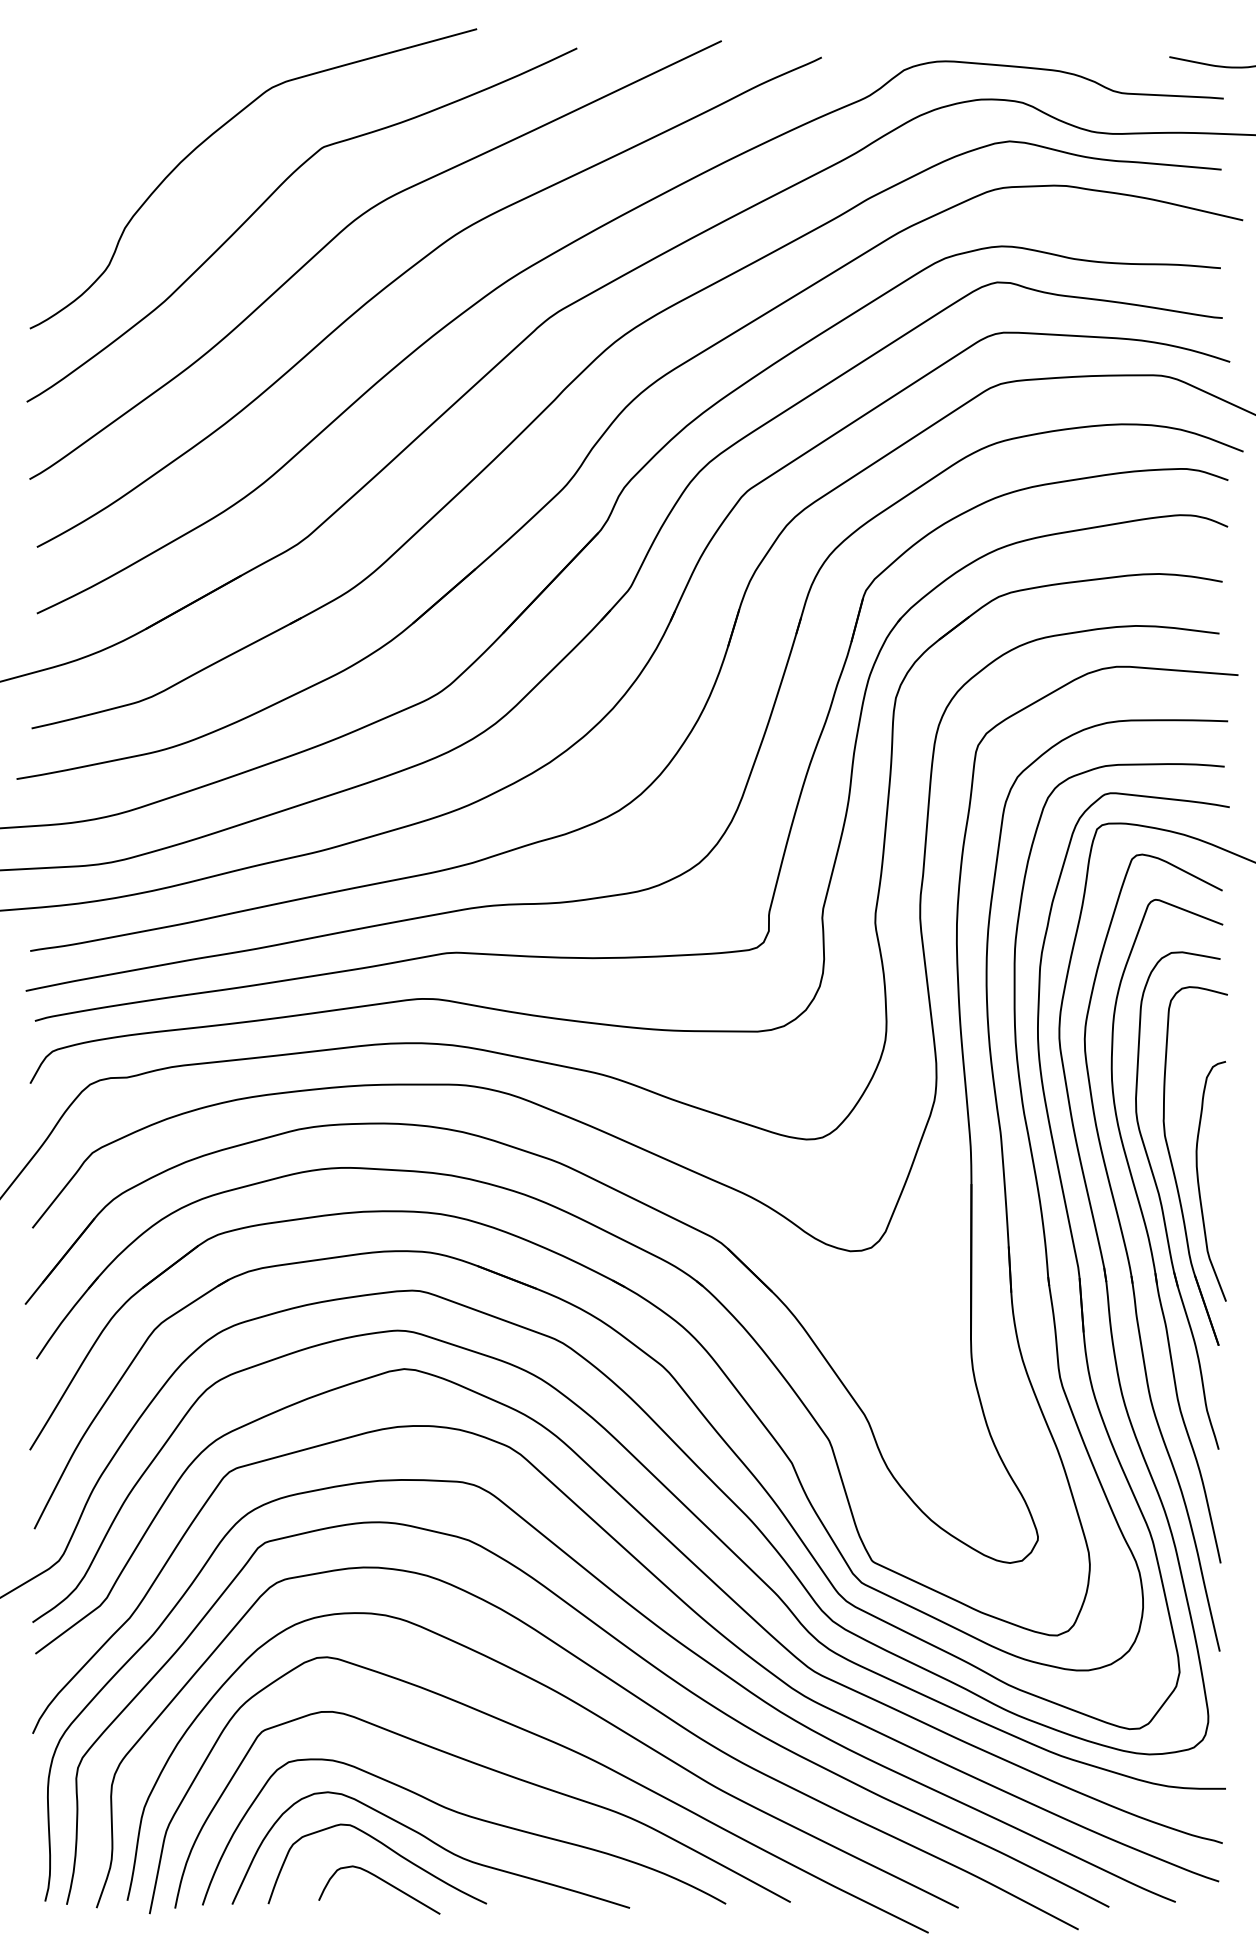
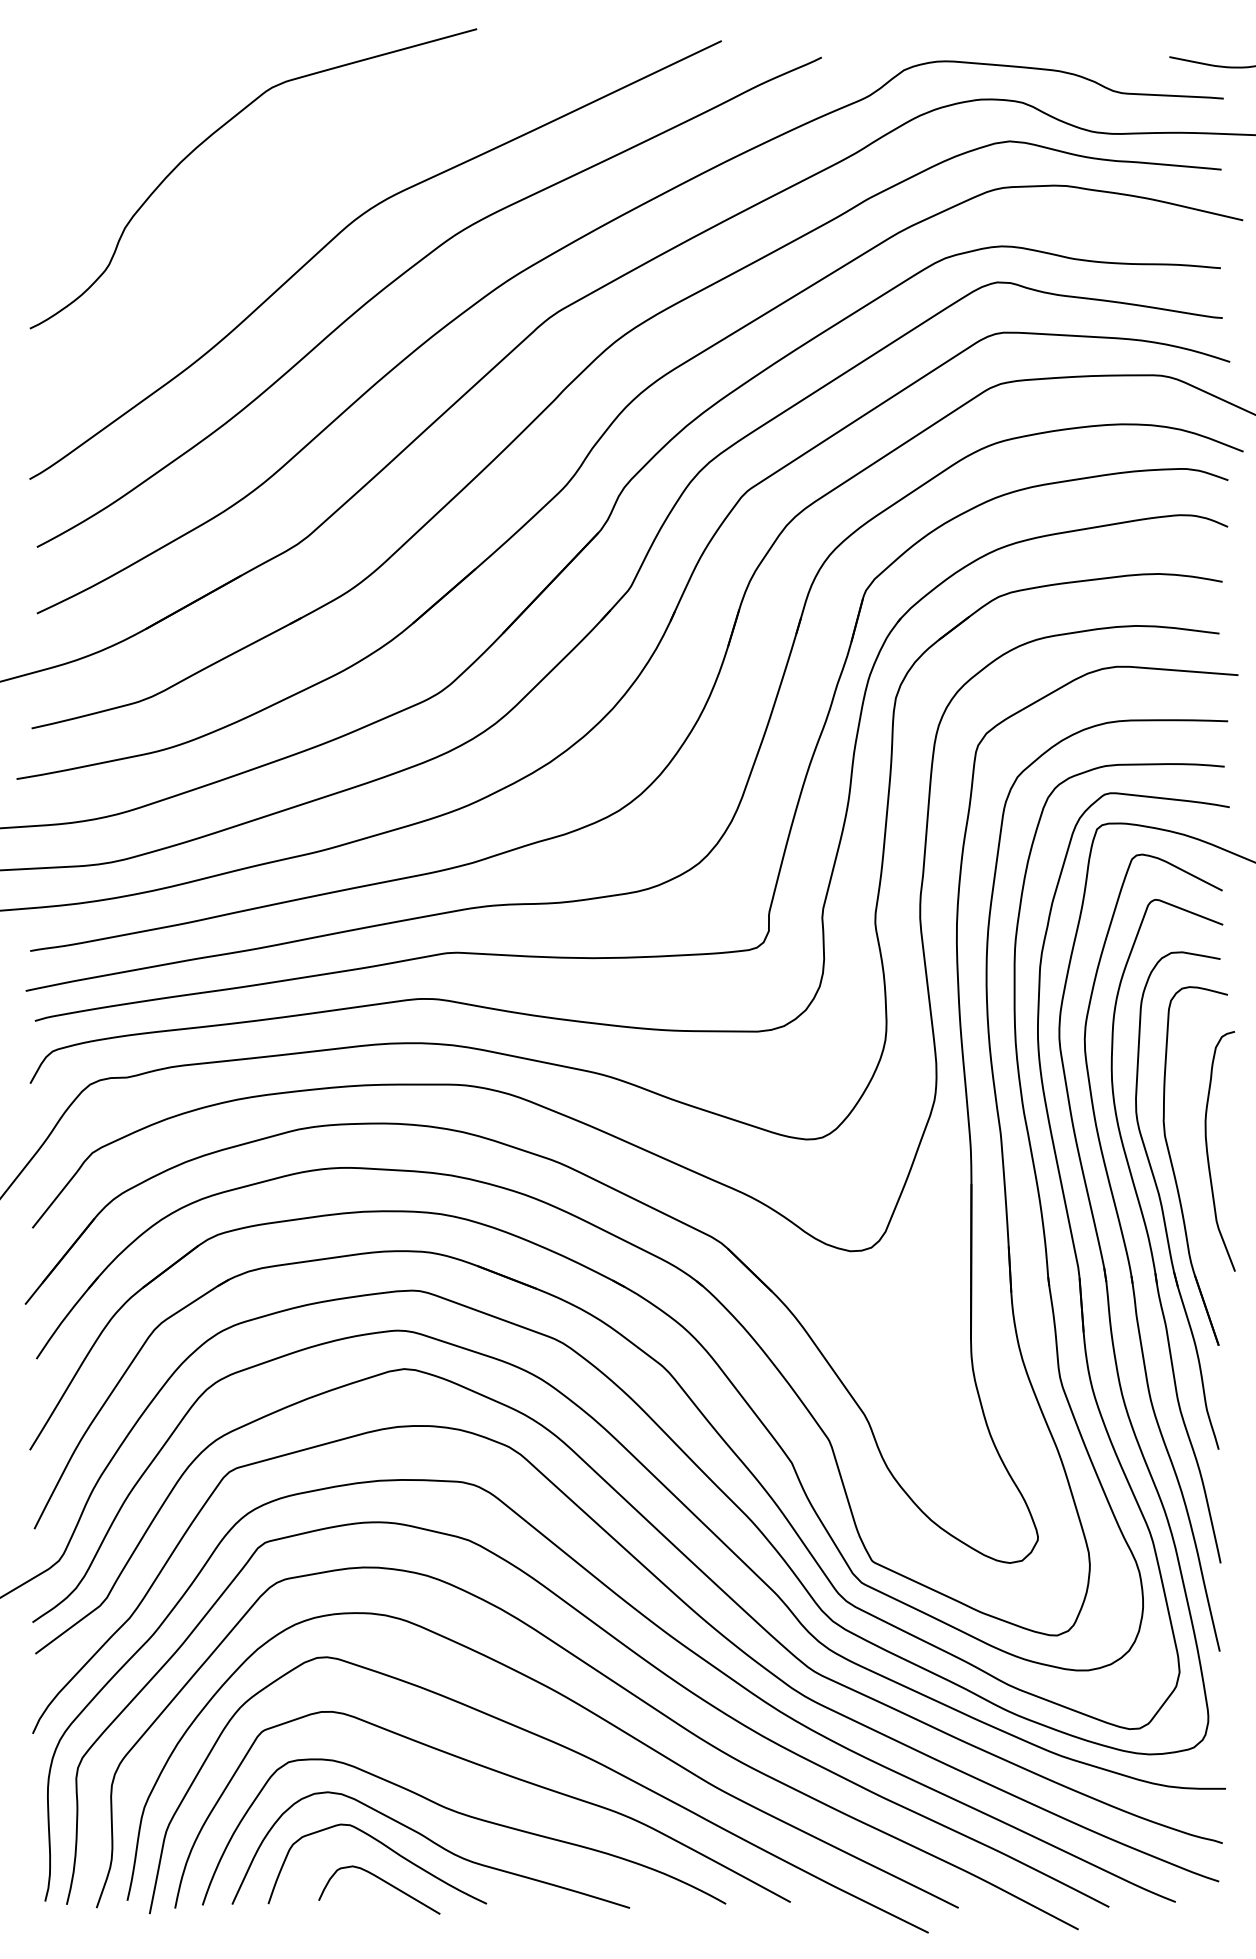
curve at (272, 195): present -> none
curve at (1199, 1182) position: (1199, 1182) -> (1208, 1152)
